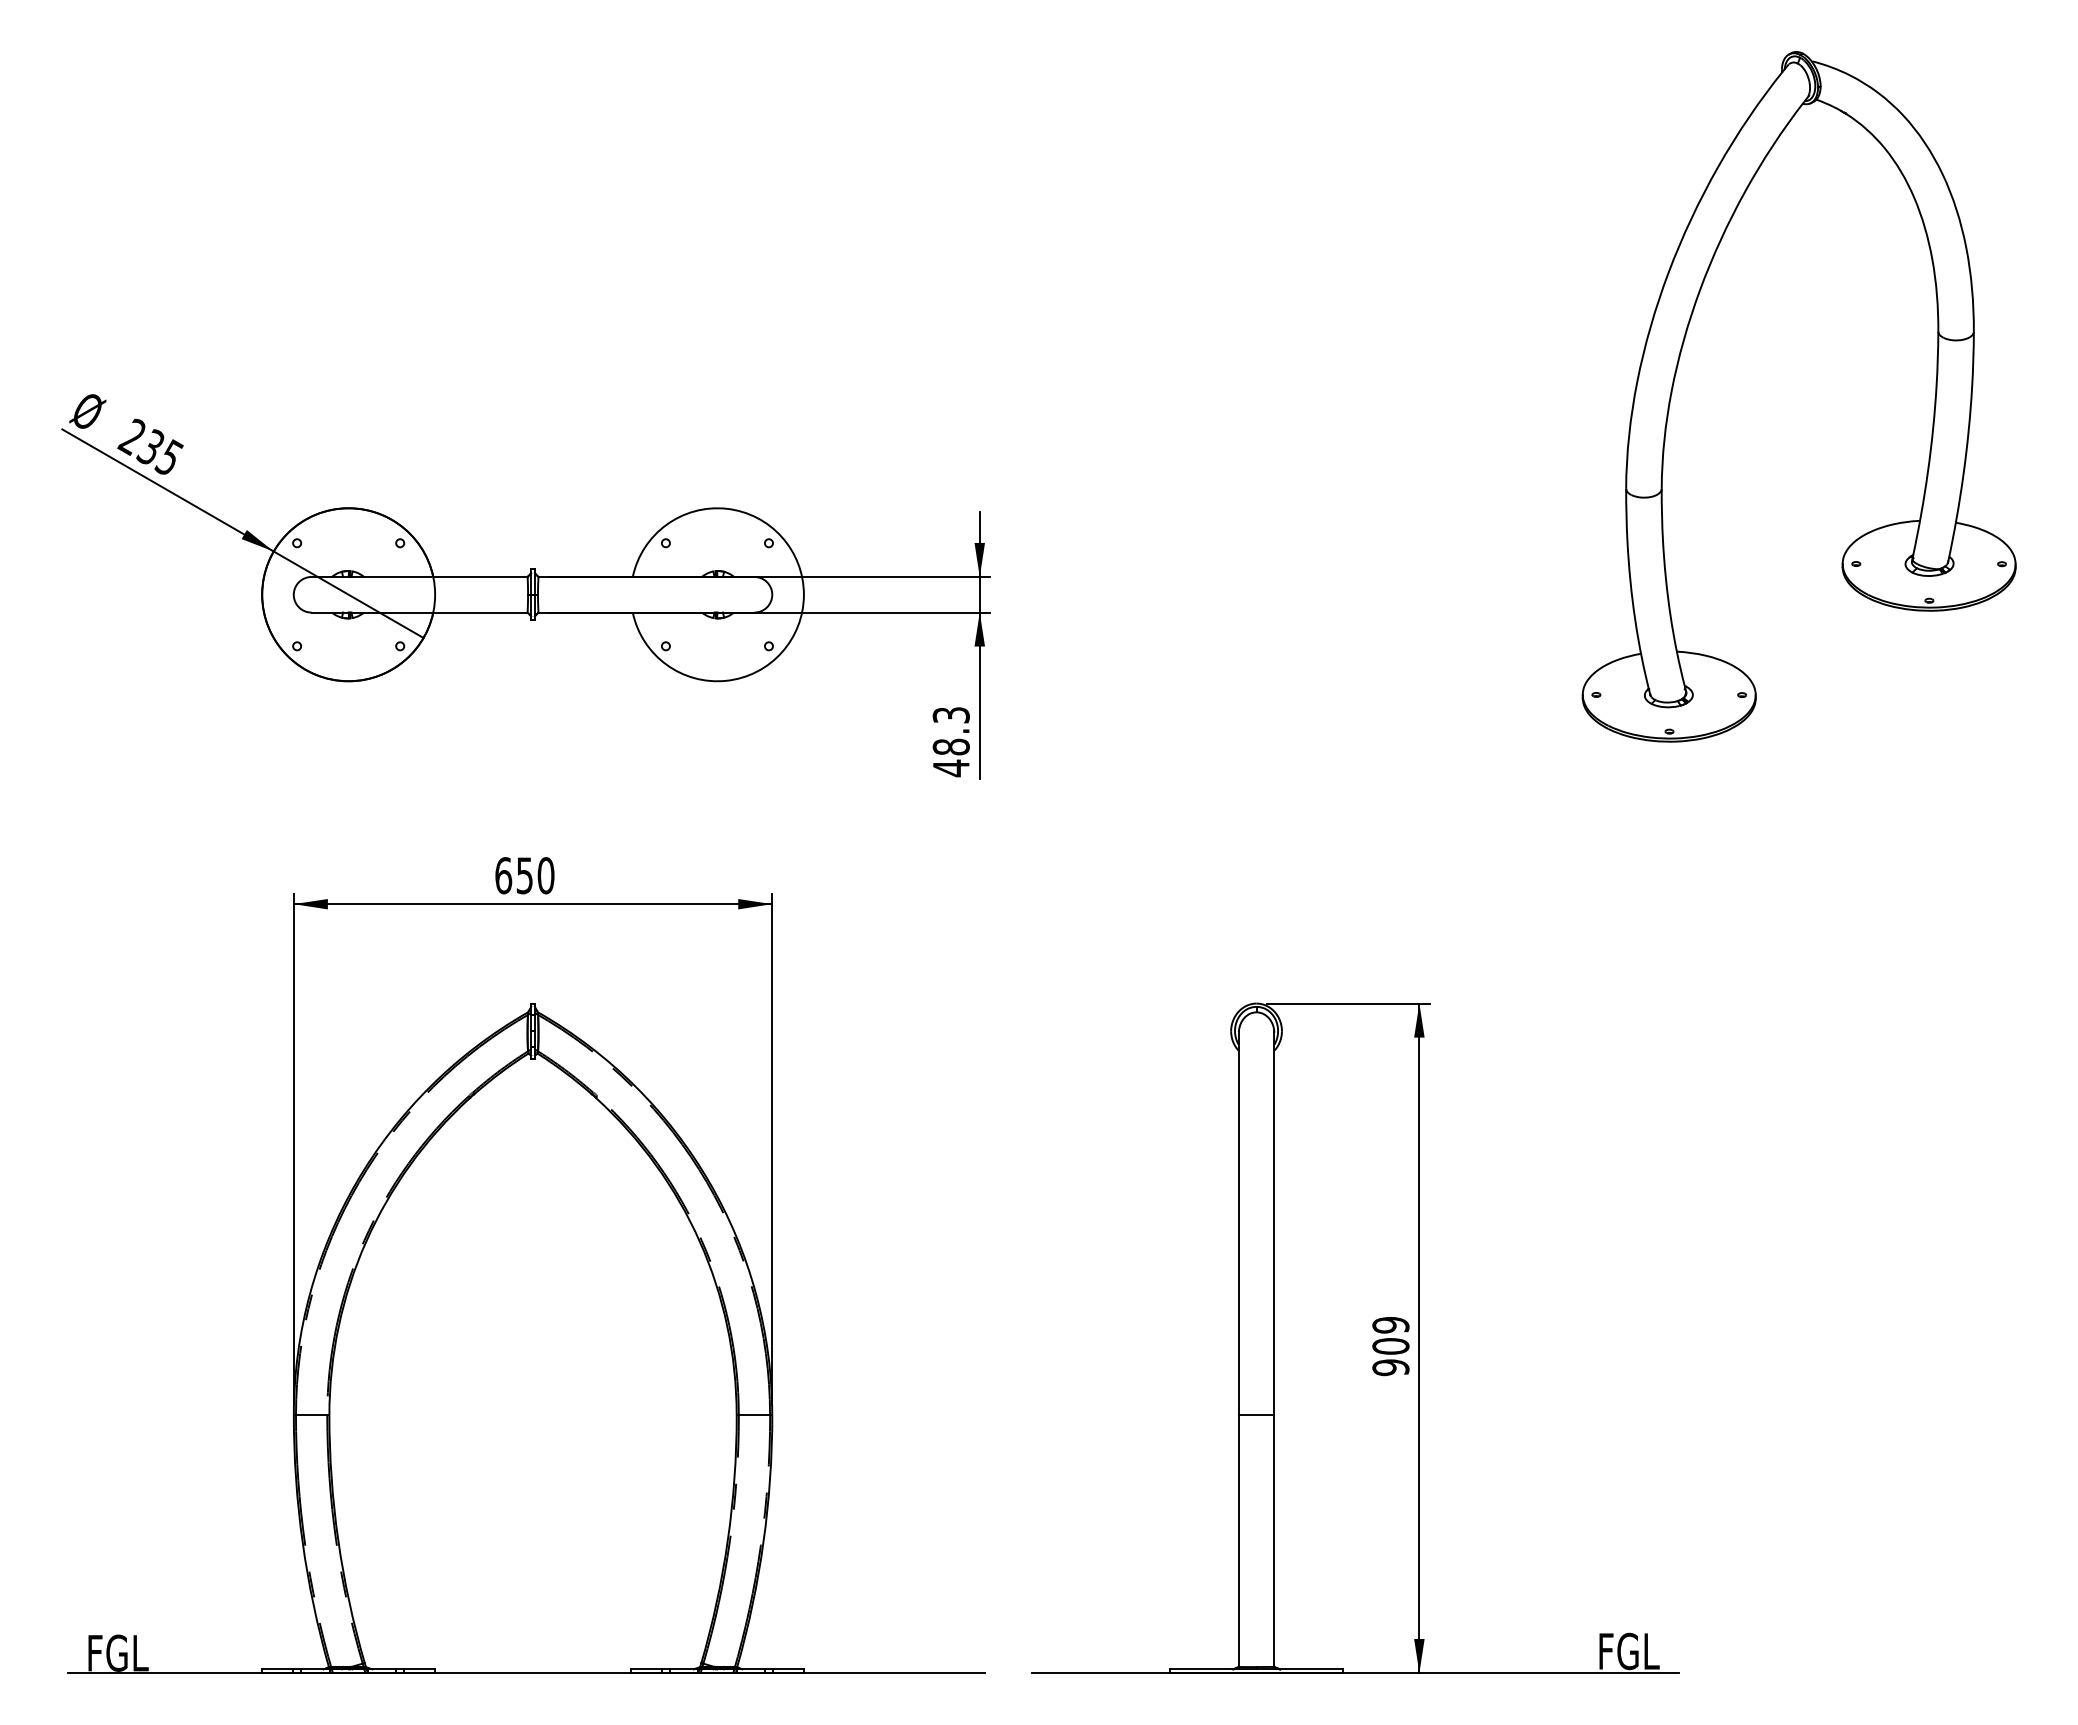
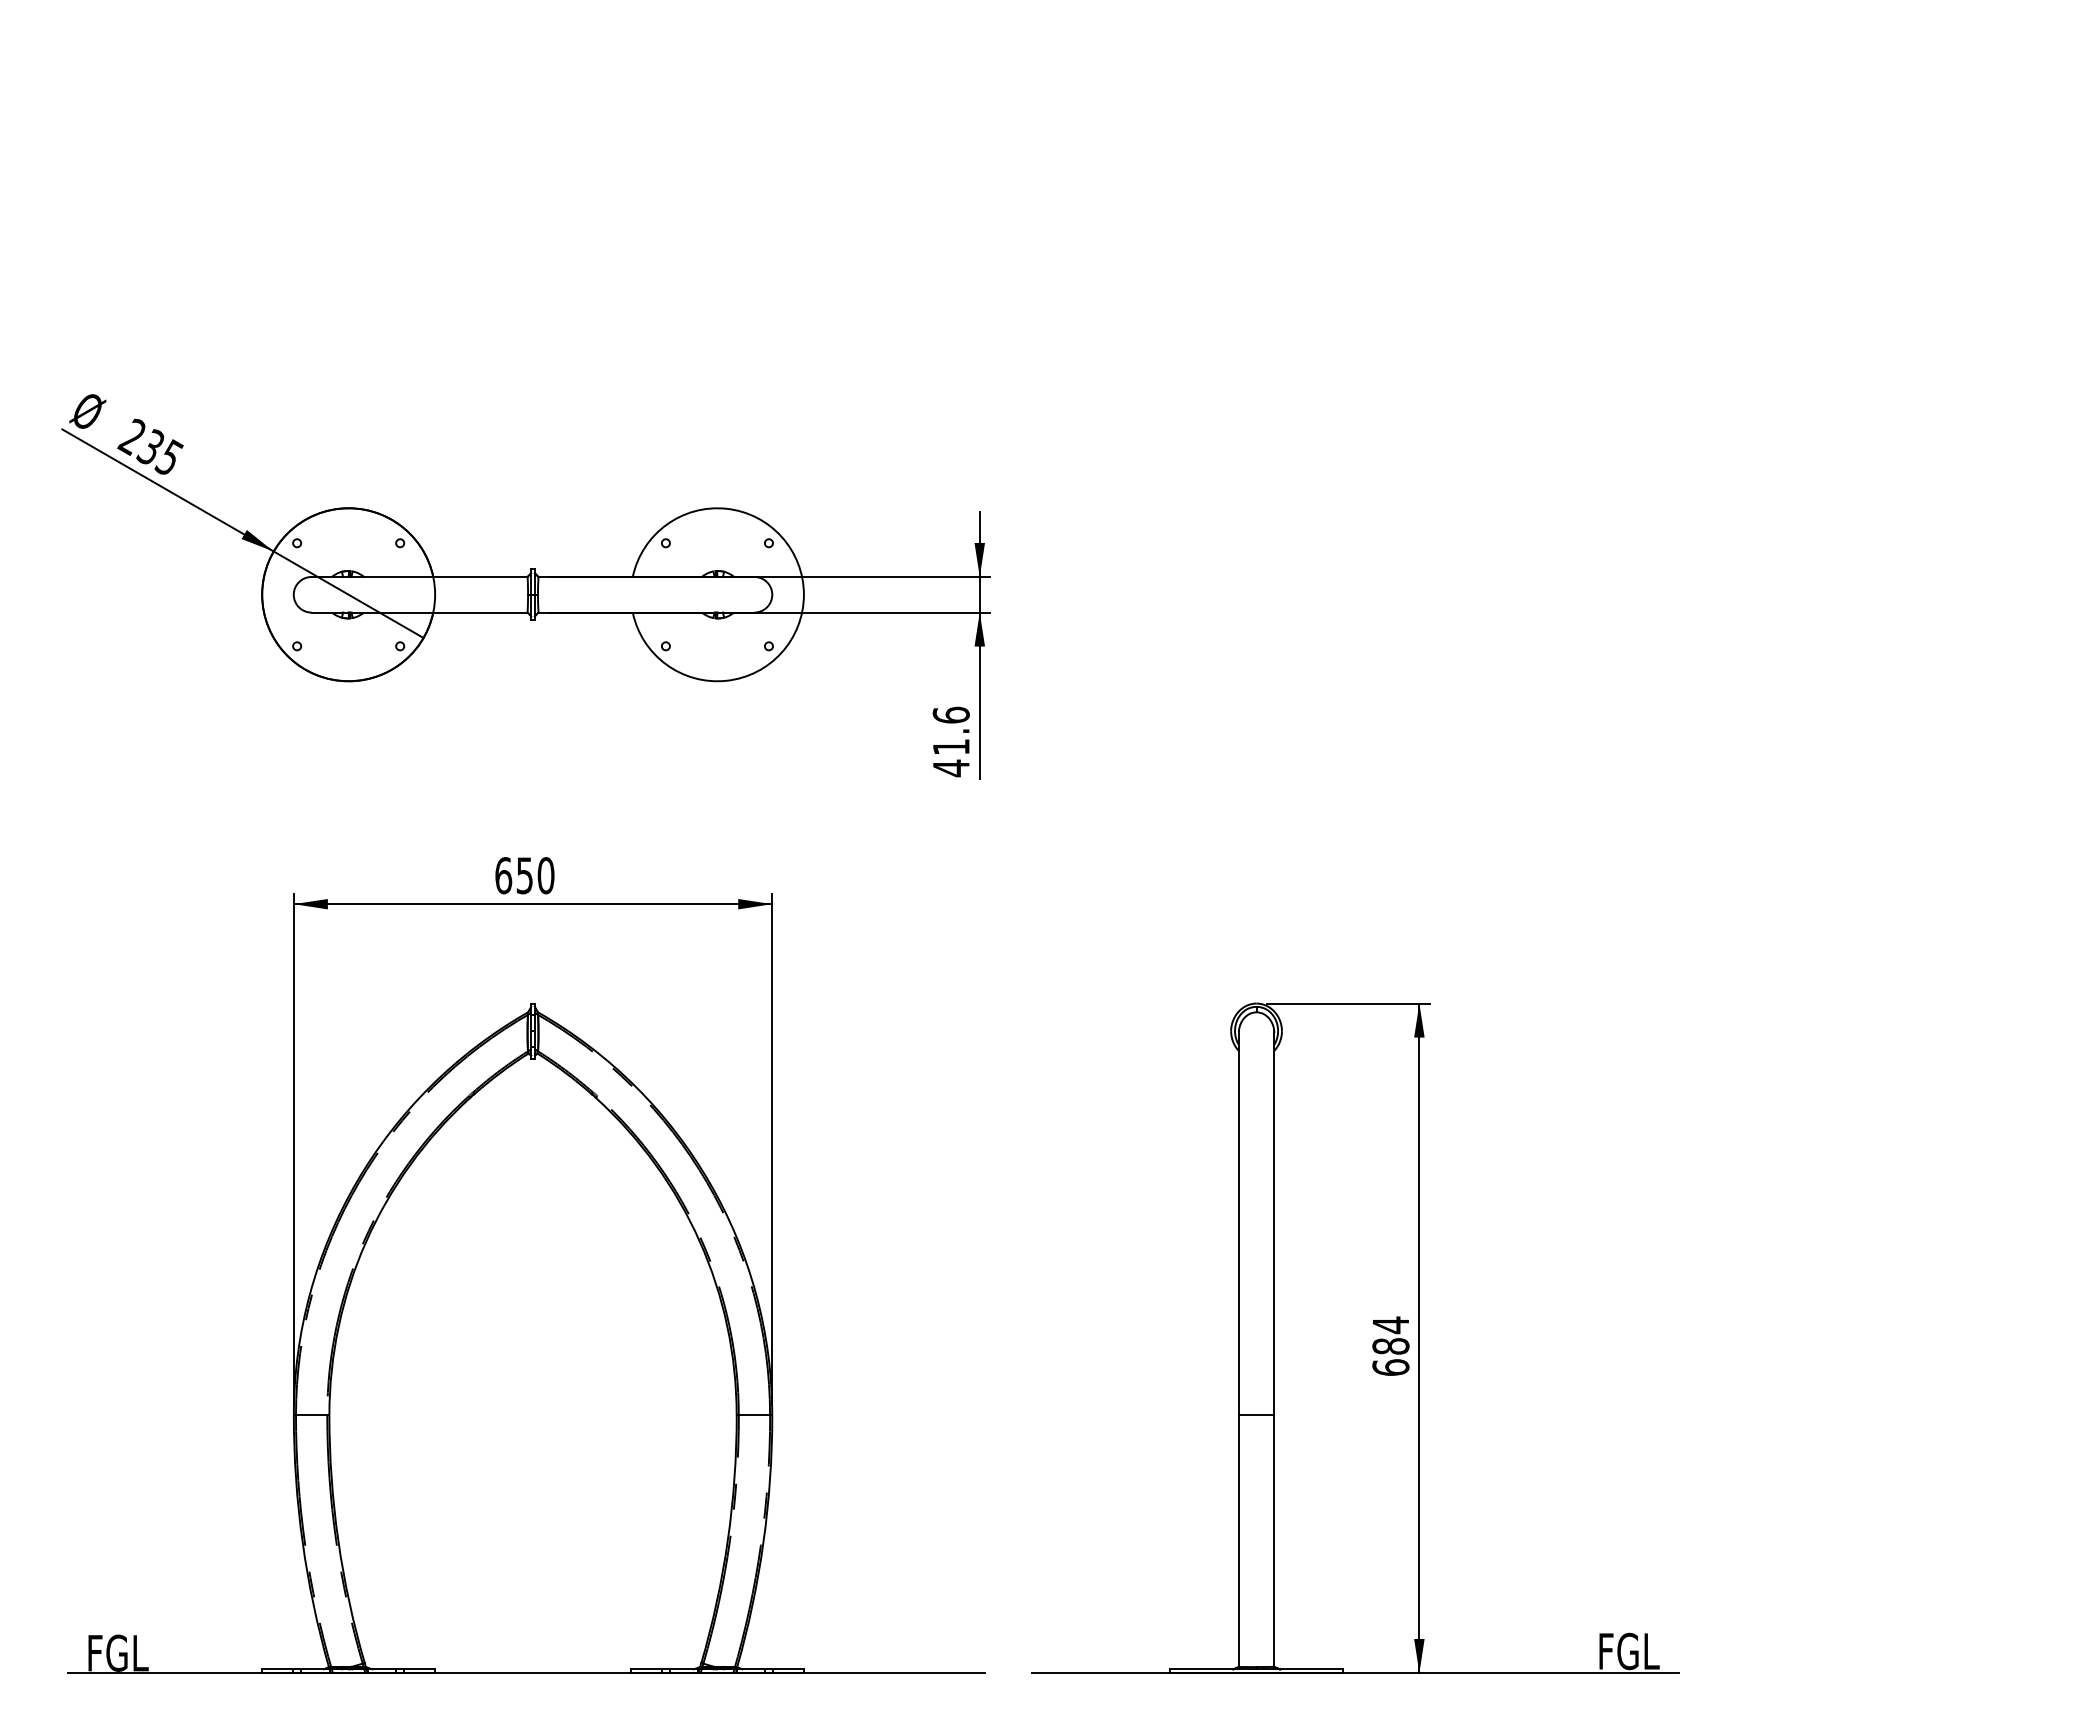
part at (1678, 365): present -> none
text at (950, 730): 48.3 -> 41.6
text at (1390, 1346): 909 -> 684
